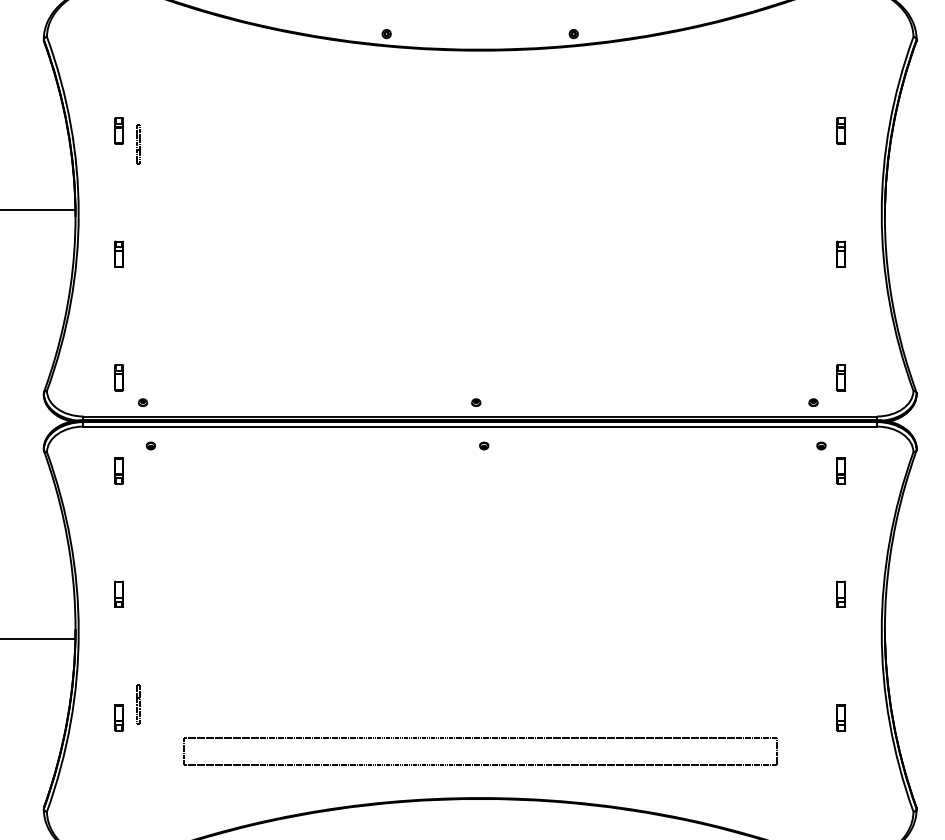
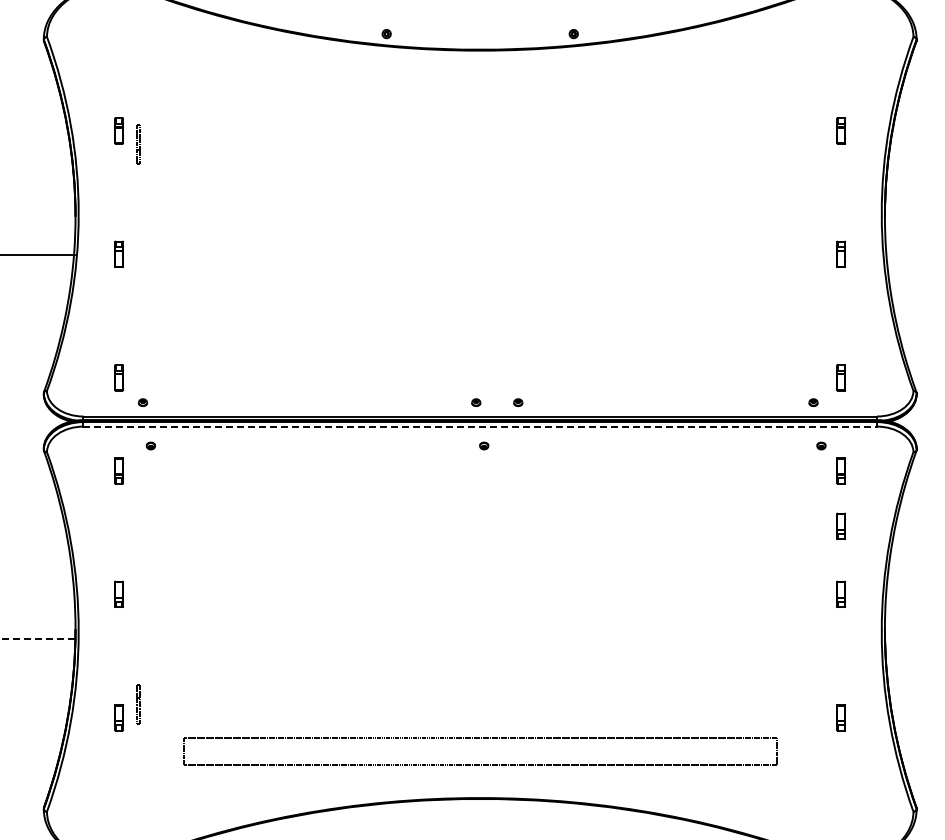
line at (38, 210) position: (38, 210) -> (38, 255)
part at (518, 402): none -> present
line at (480, 426): solid -> dashed
part at (841, 525): none -> present
line at (37, 638): solid -> dashed
